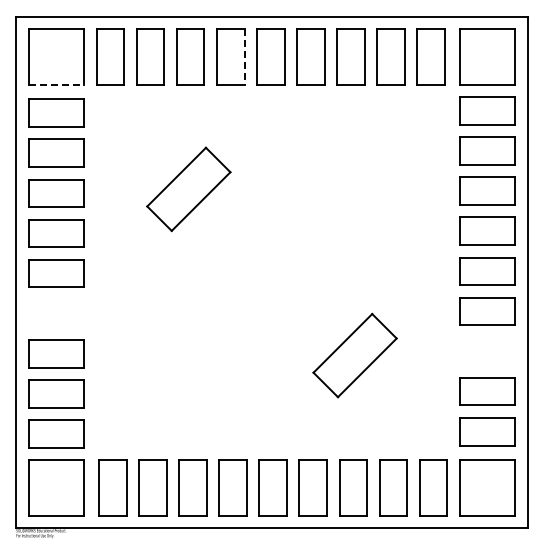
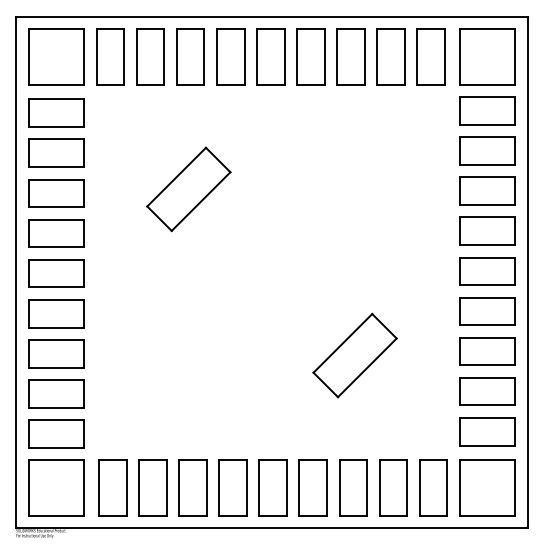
line at (244, 56): dashed -> solid
line at (56, 84): dashed -> solid
part at (56, 313): none -> present
part at (487, 351): none -> present
